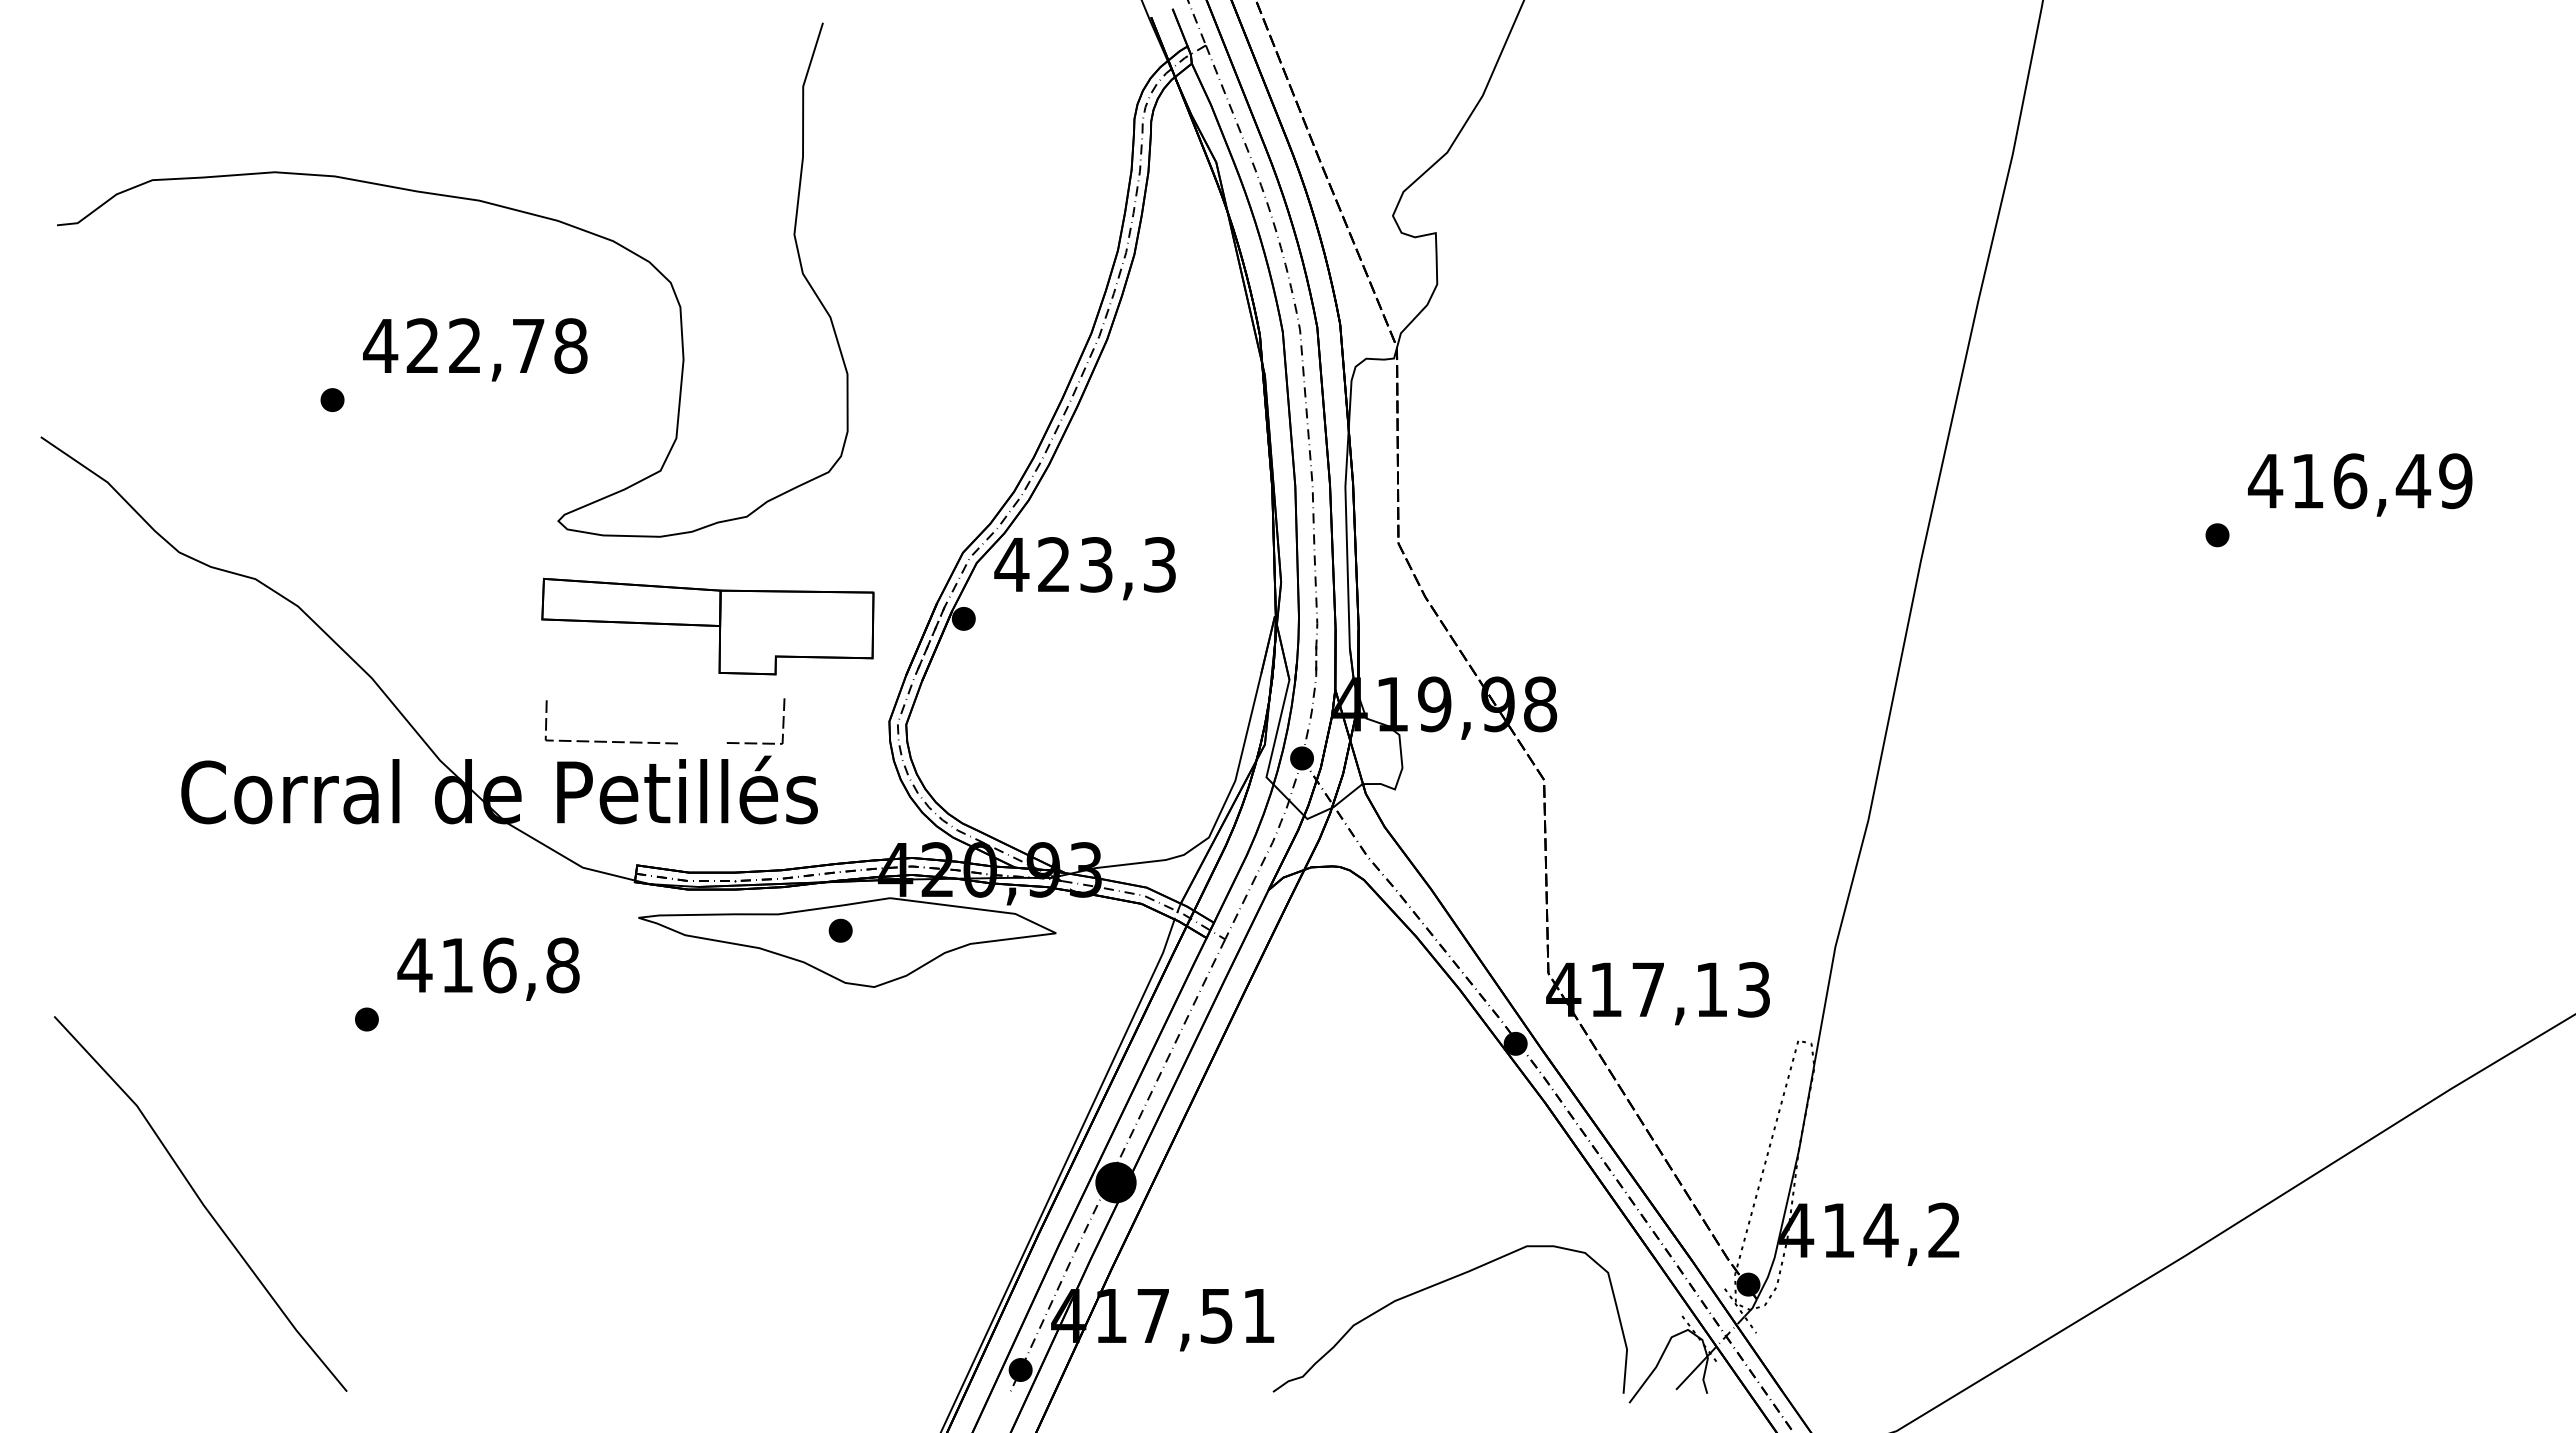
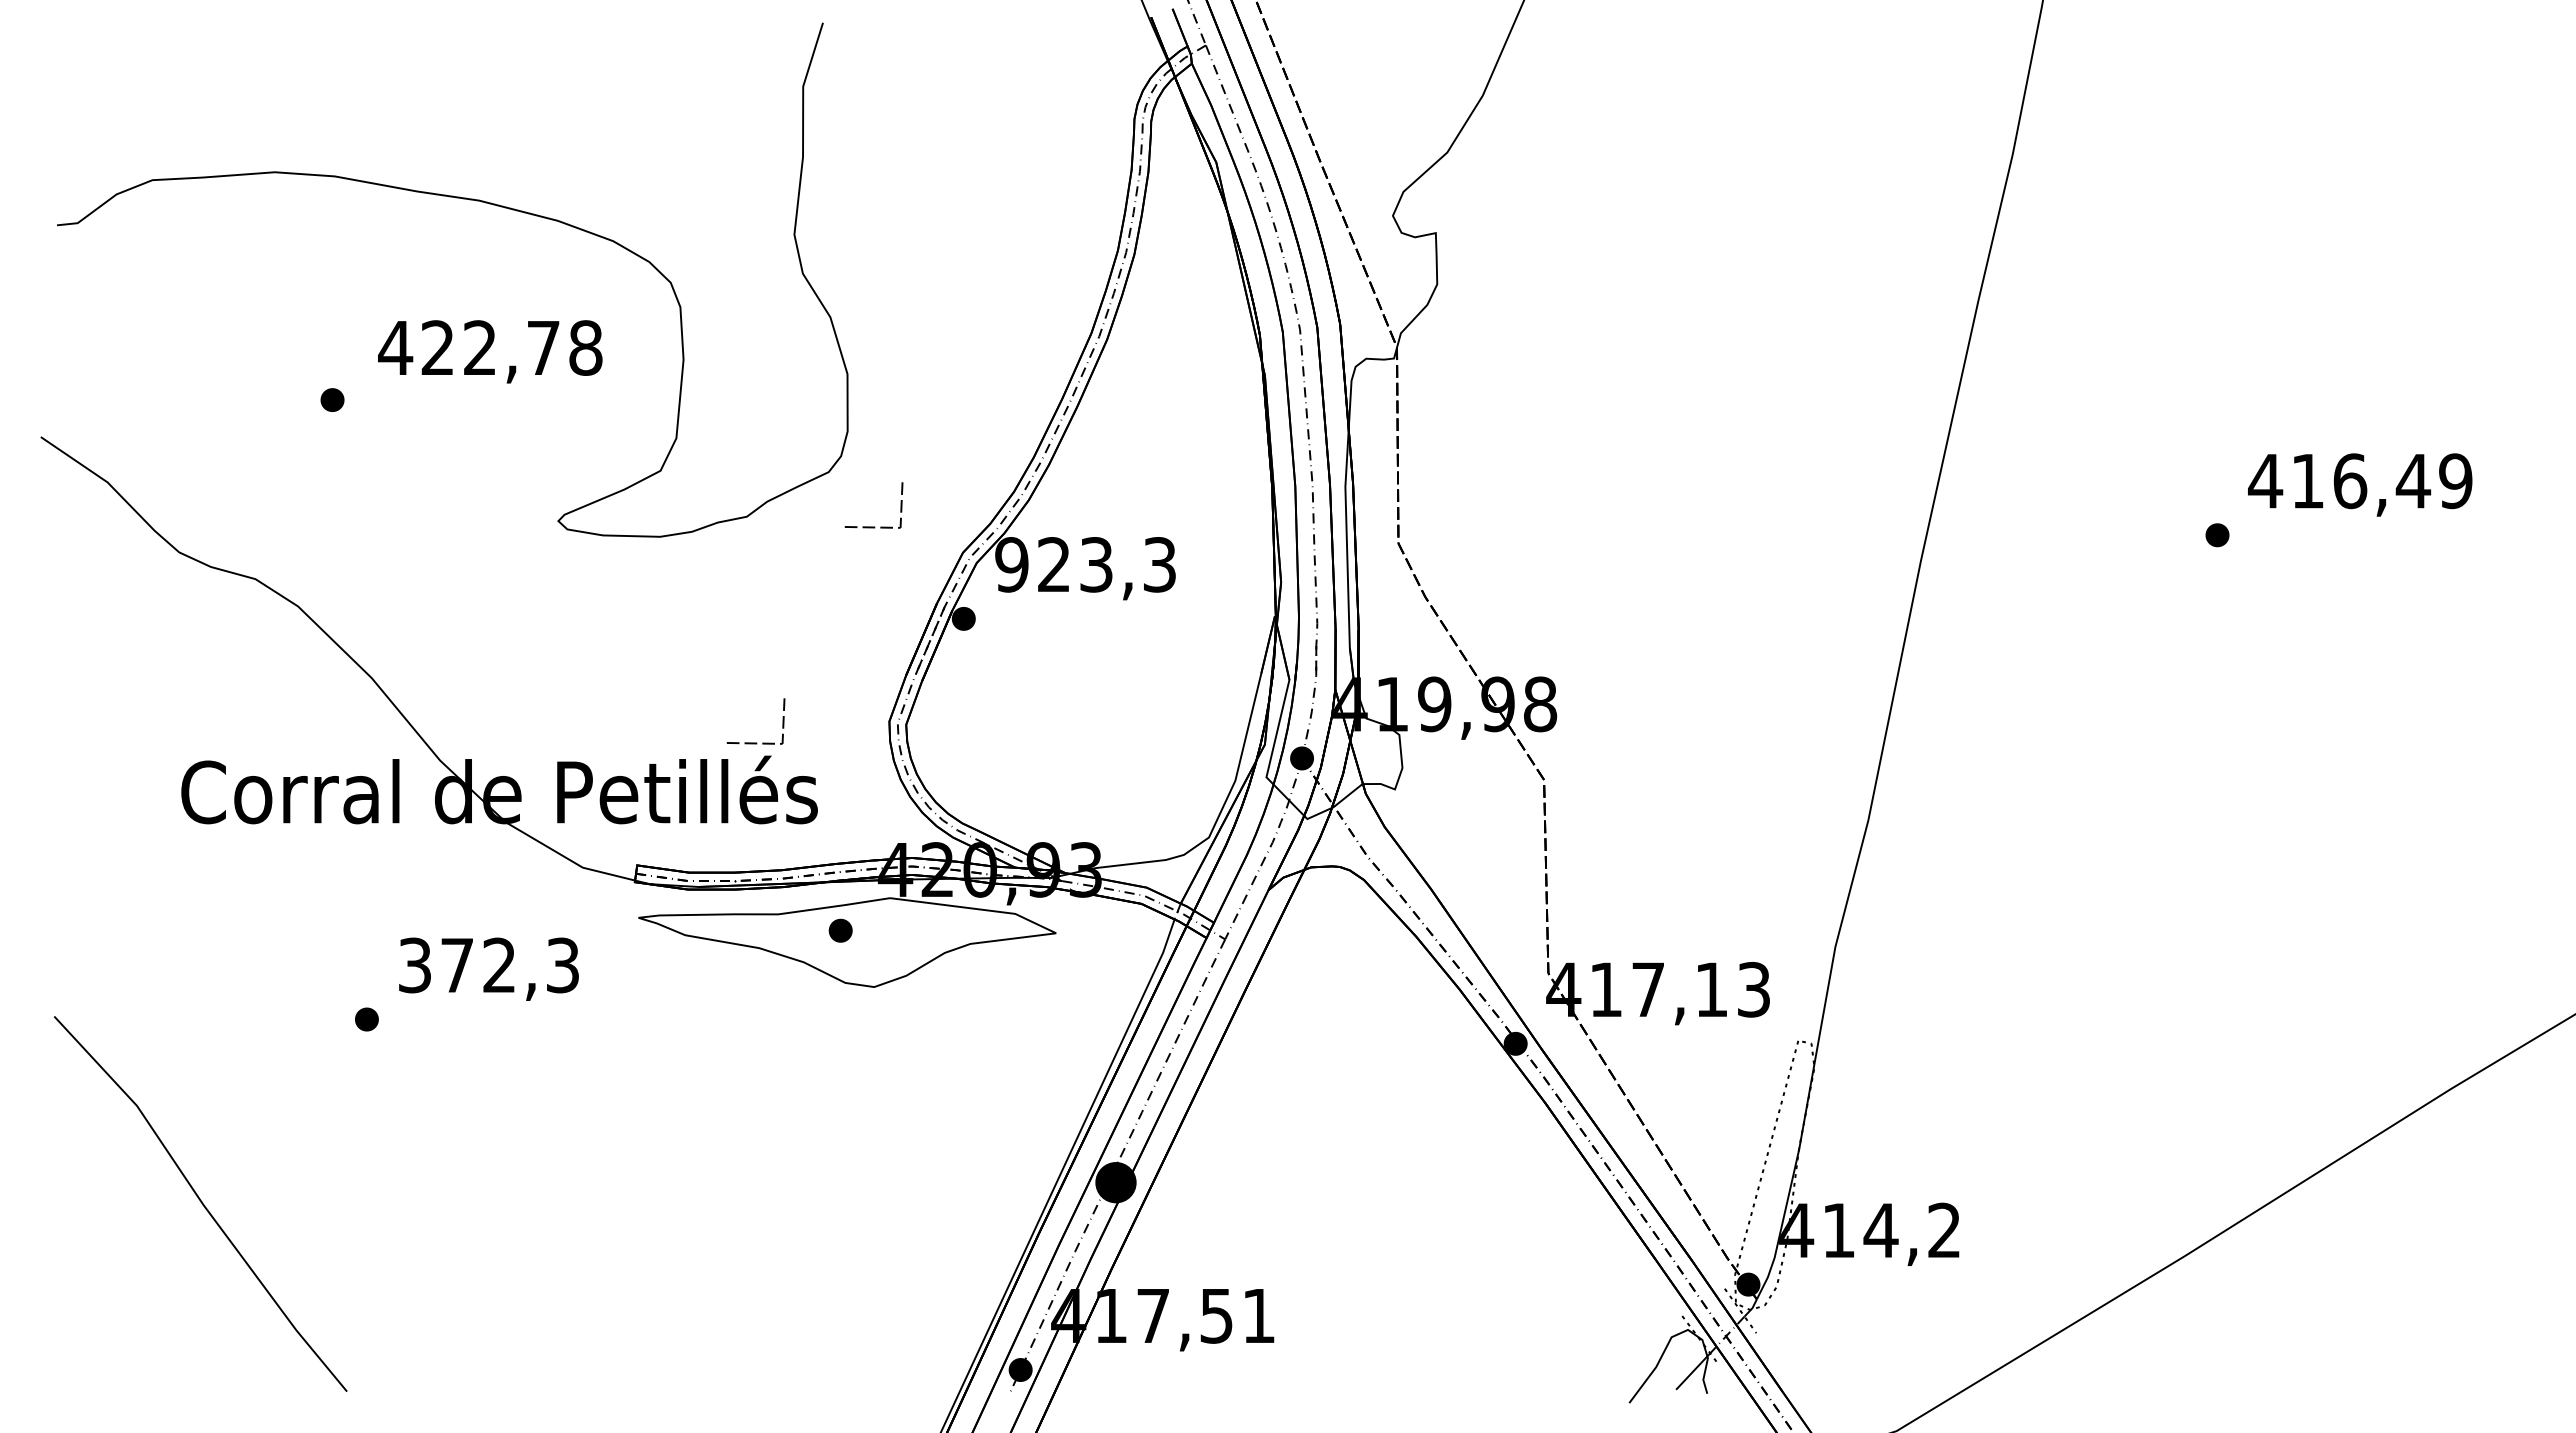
text at (475, 349) position: (475, 349) -> (490, 351)
line at (873, 526): none -> present
text at (1011, 564): 423,3 -> 923,3
part at (707, 626): present -> none
line at (605, 740): present -> none
text at (488, 965): 416,8 -> 372,3
curve at (1434, 1286): present -> none
